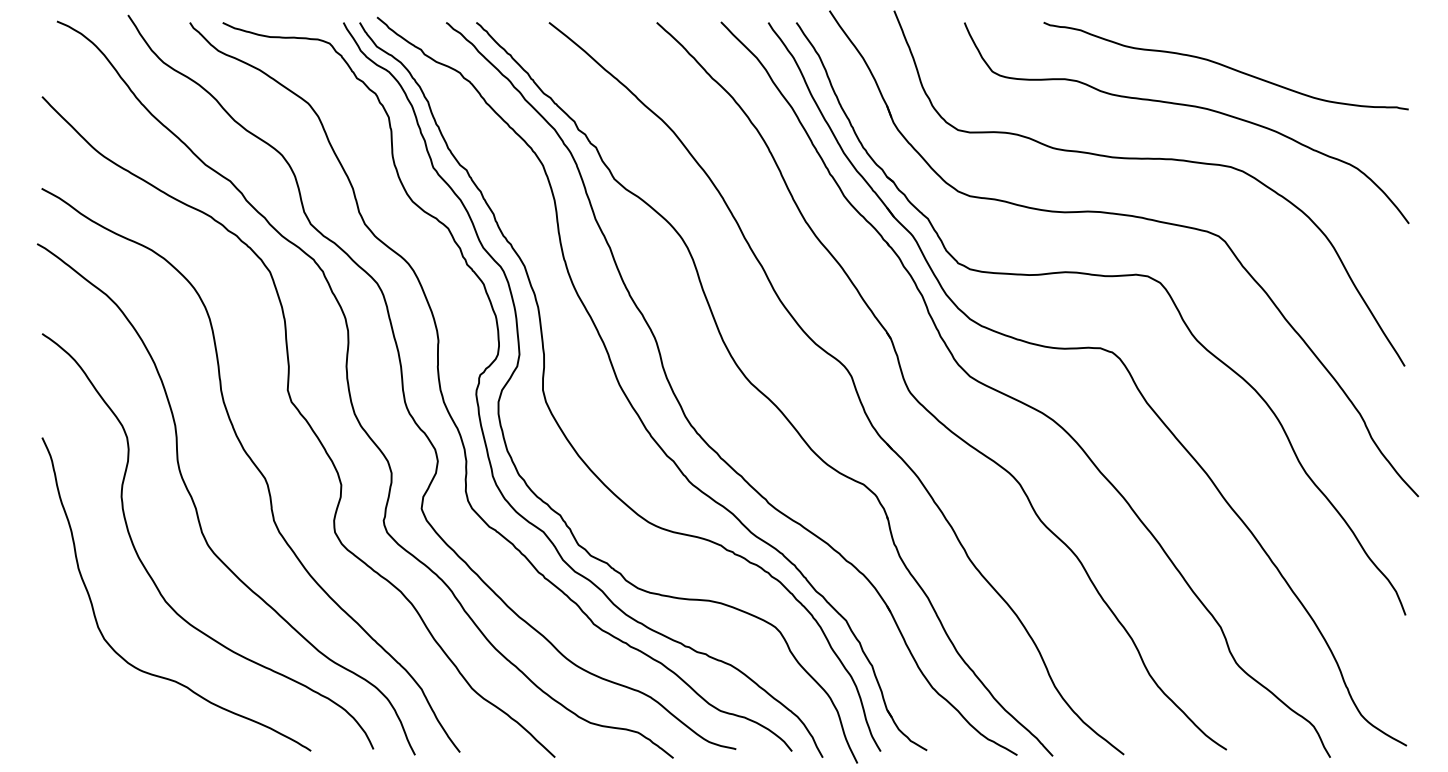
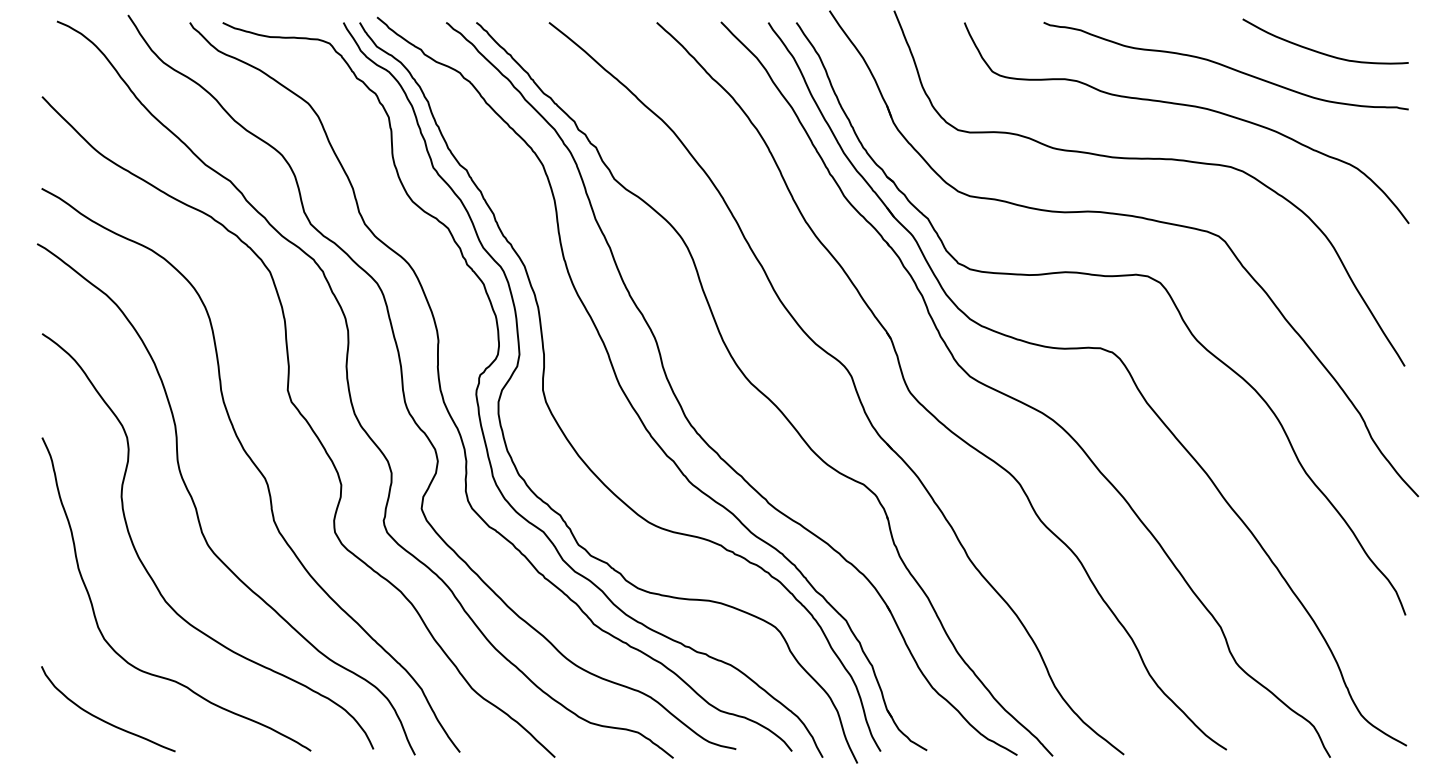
curve at (1322, 52): none -> present
curve at (103, 719): none -> present
